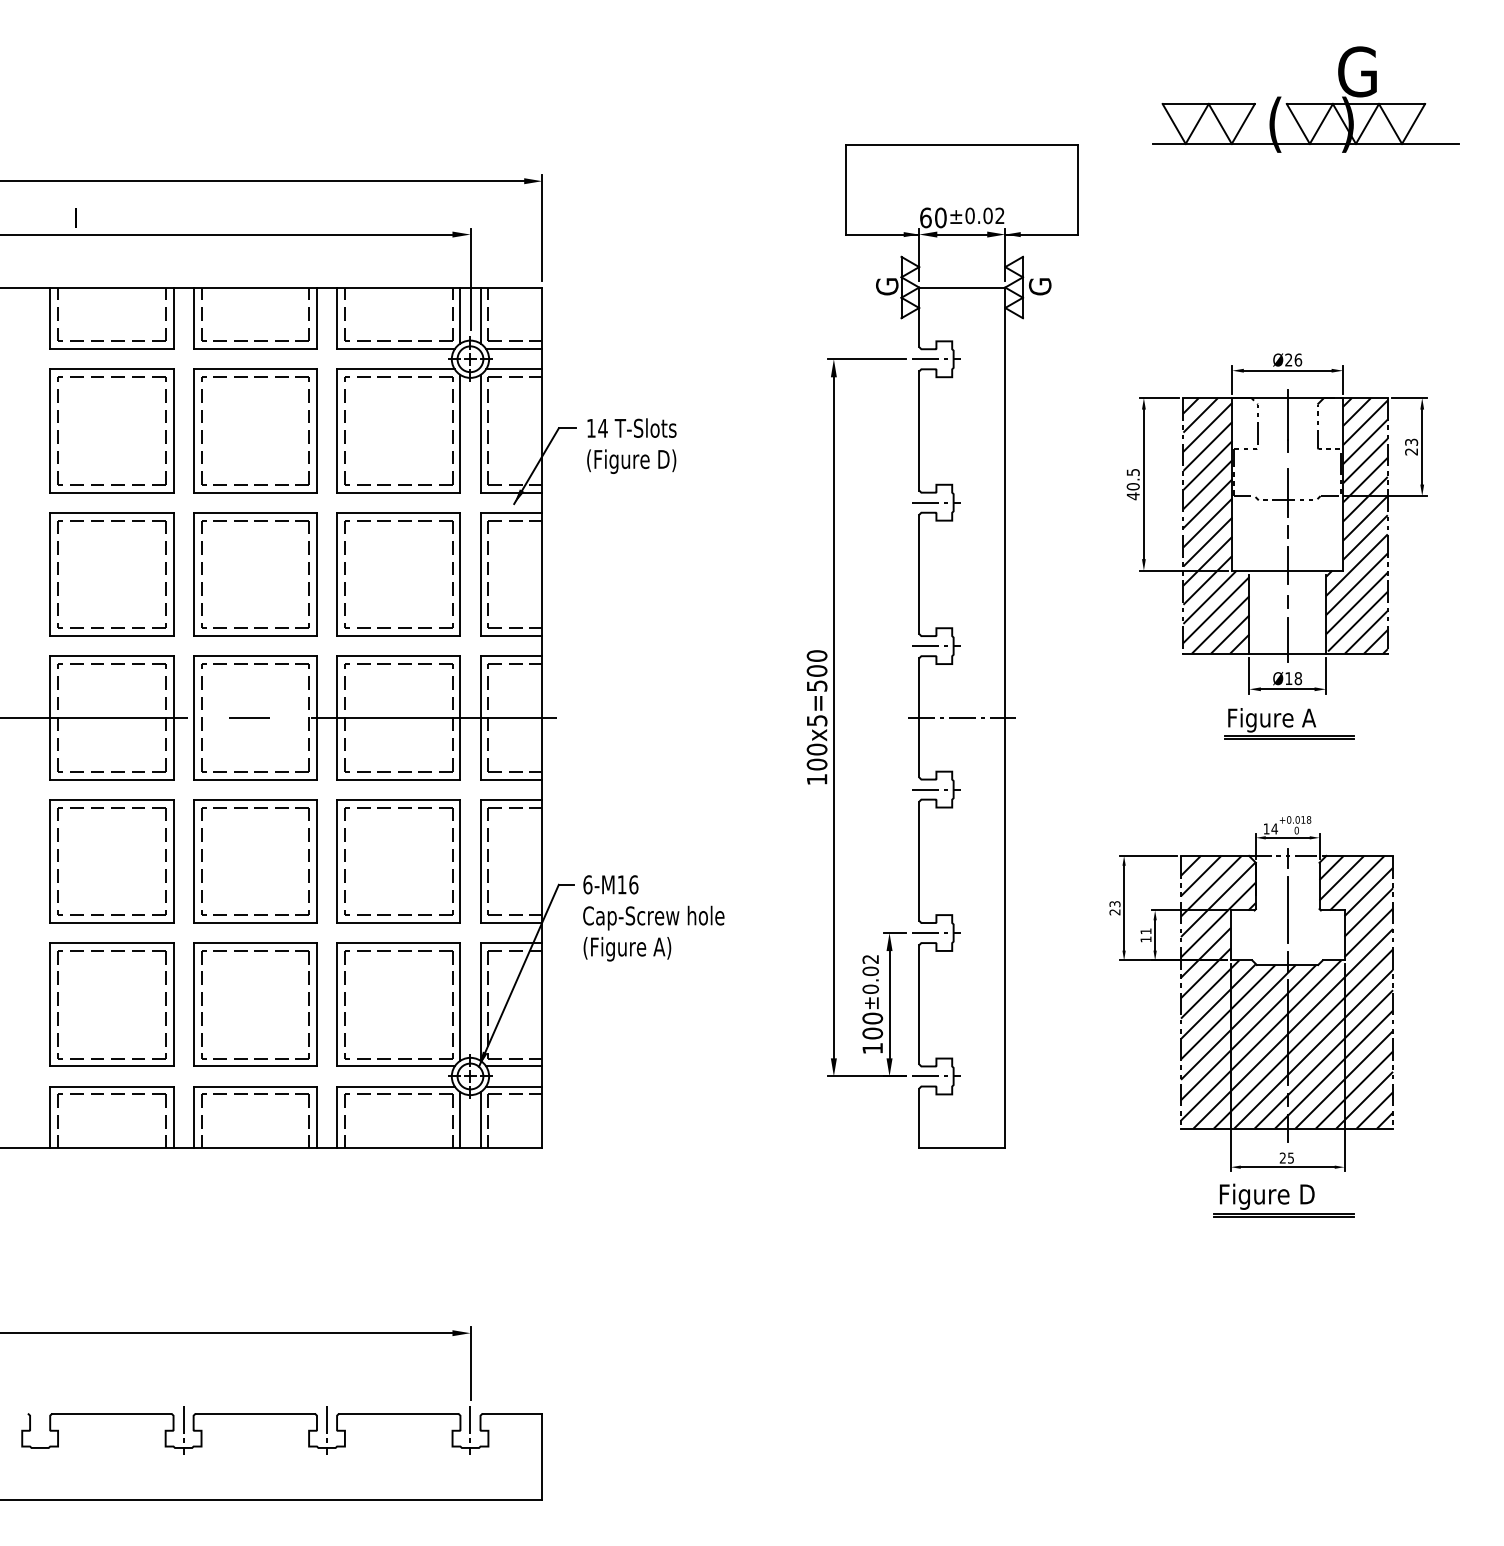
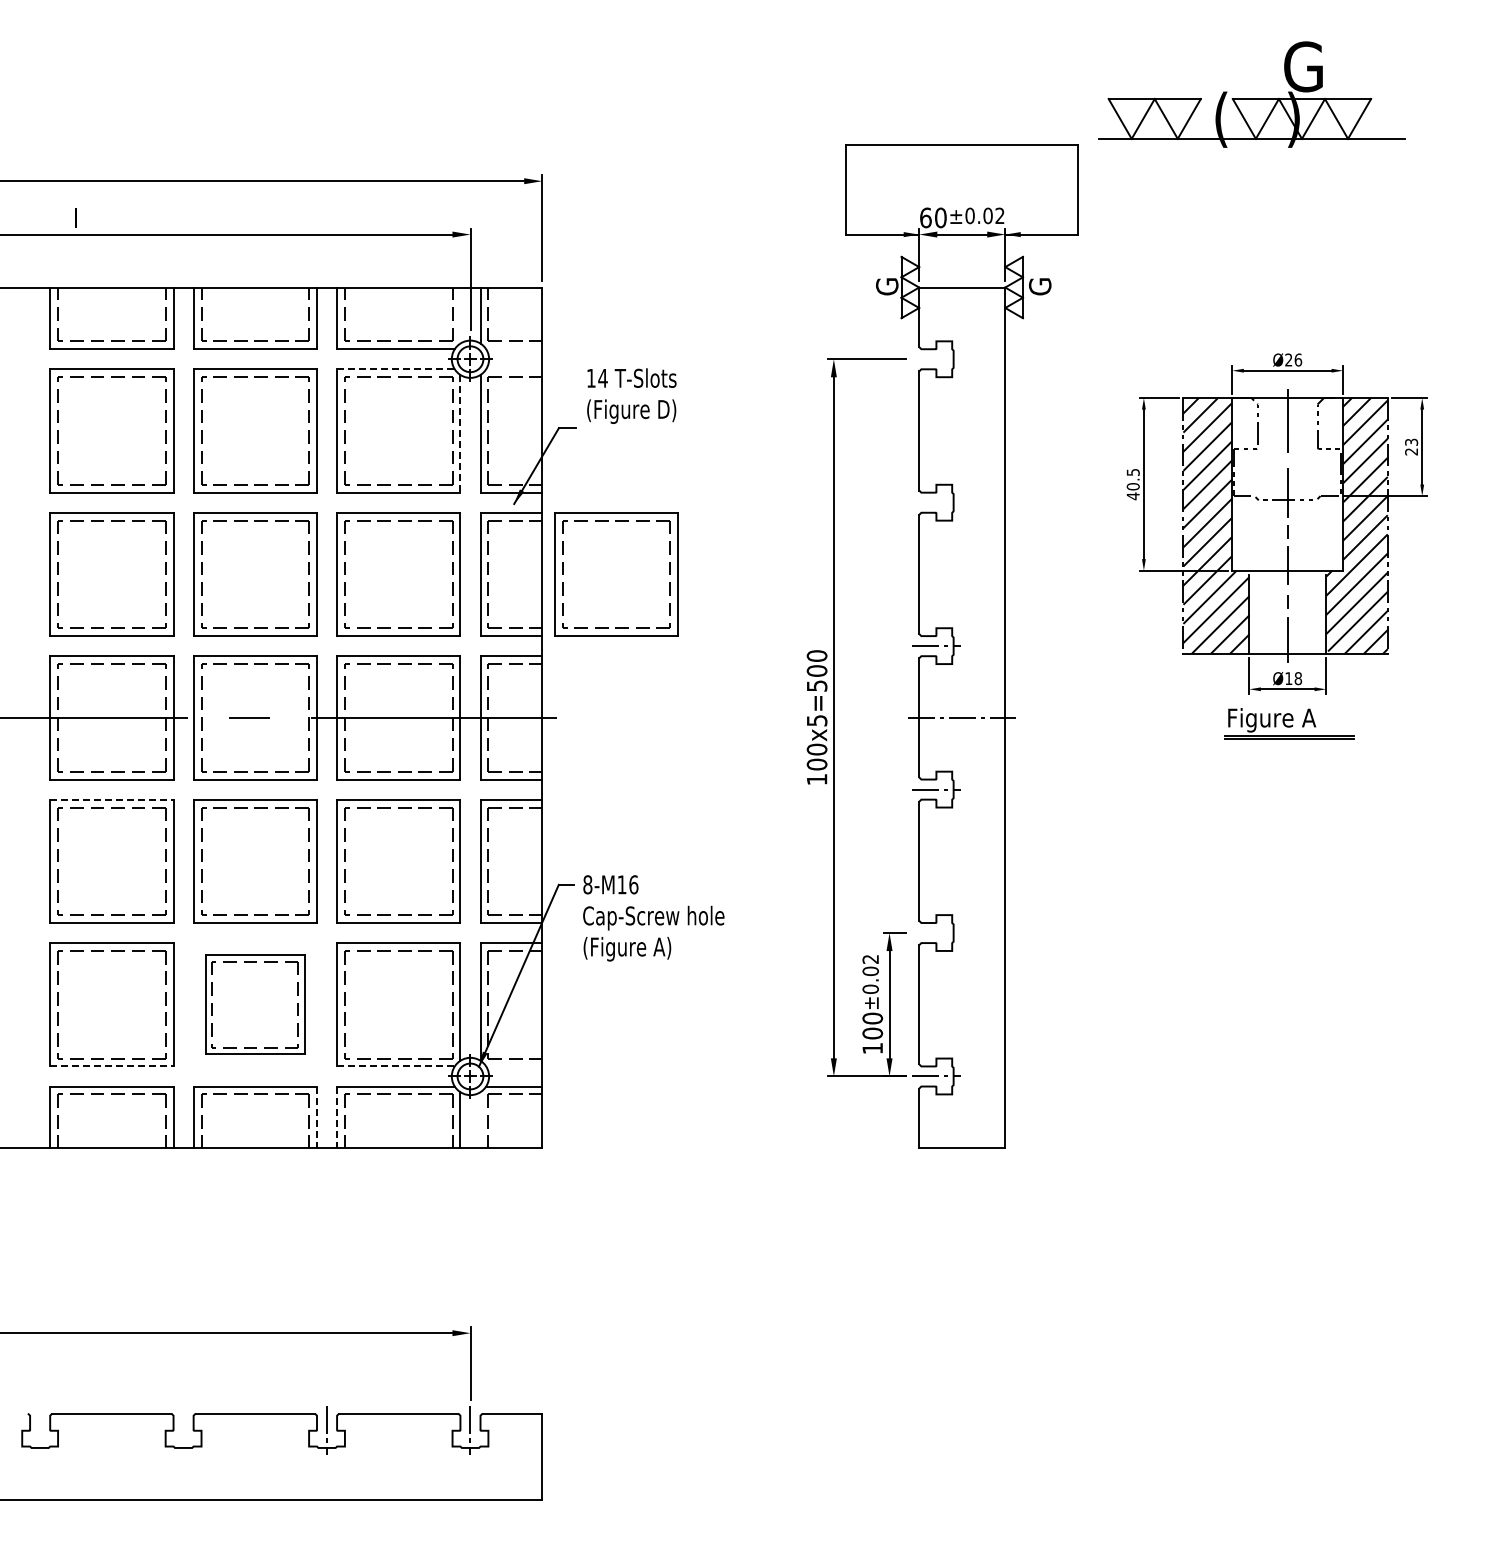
part at (1305, 99) position: (1305, 99) -> (1251, 94)
line at (460, 315): present -> none
line at (514, 349): present -> none
line at (936, 359): present -> none
line at (395, 369): solid -> dashed
line at (514, 369): present -> none
line at (460, 433): solid -> dashed
text at (631, 445) position: (631, 445) -> (631, 395)
line at (936, 502): present -> none
part at (616, 574): none -> present
line at (111, 799): solid -> dashed
text at (587, 884): 6-M16 -> 8-M16
line at (936, 933): present -> none
part at (255, 1004) size: 125x125 px -> 101x101 px
part at (1251, 1016): present -> none
line at (111, 1066): solid -> dashed
line at (395, 1066): solid -> dashed
line at (514, 1066): present -> none
line at (316, 1117): solid -> dashed
line at (337, 1117): solid -> dashed
line at (480, 1120): present -> none
line at (183, 1430): present -> none
